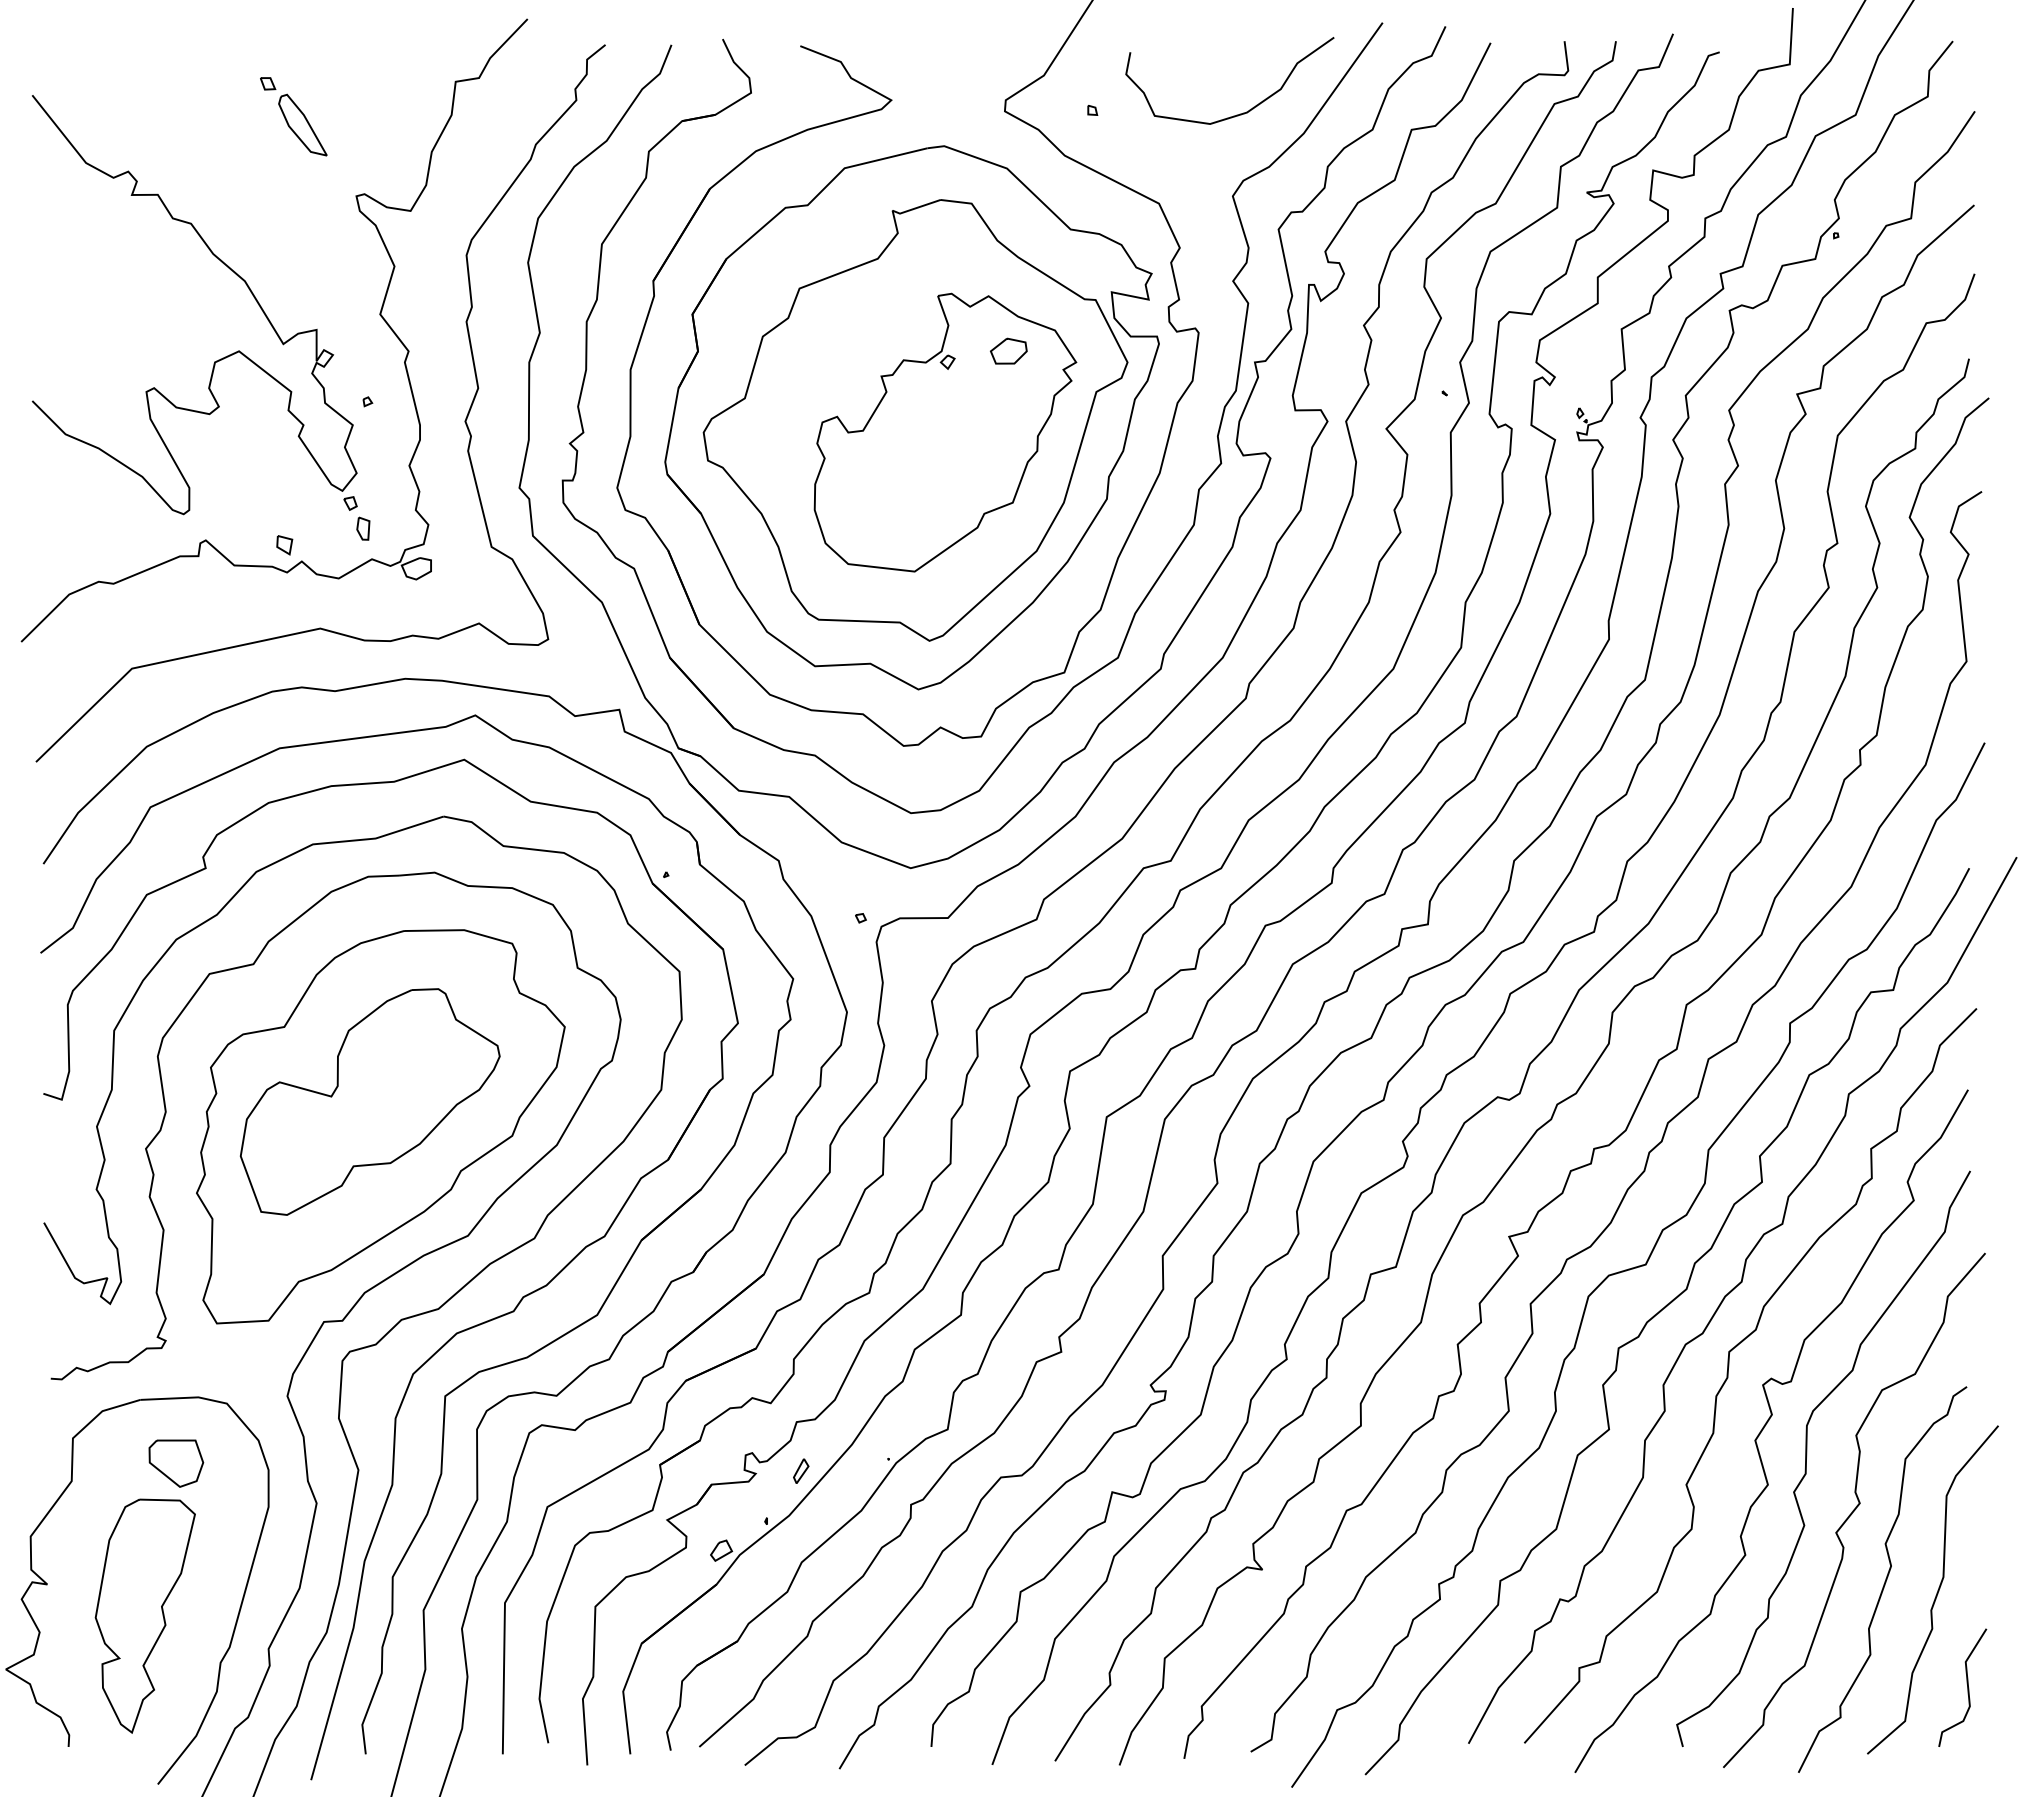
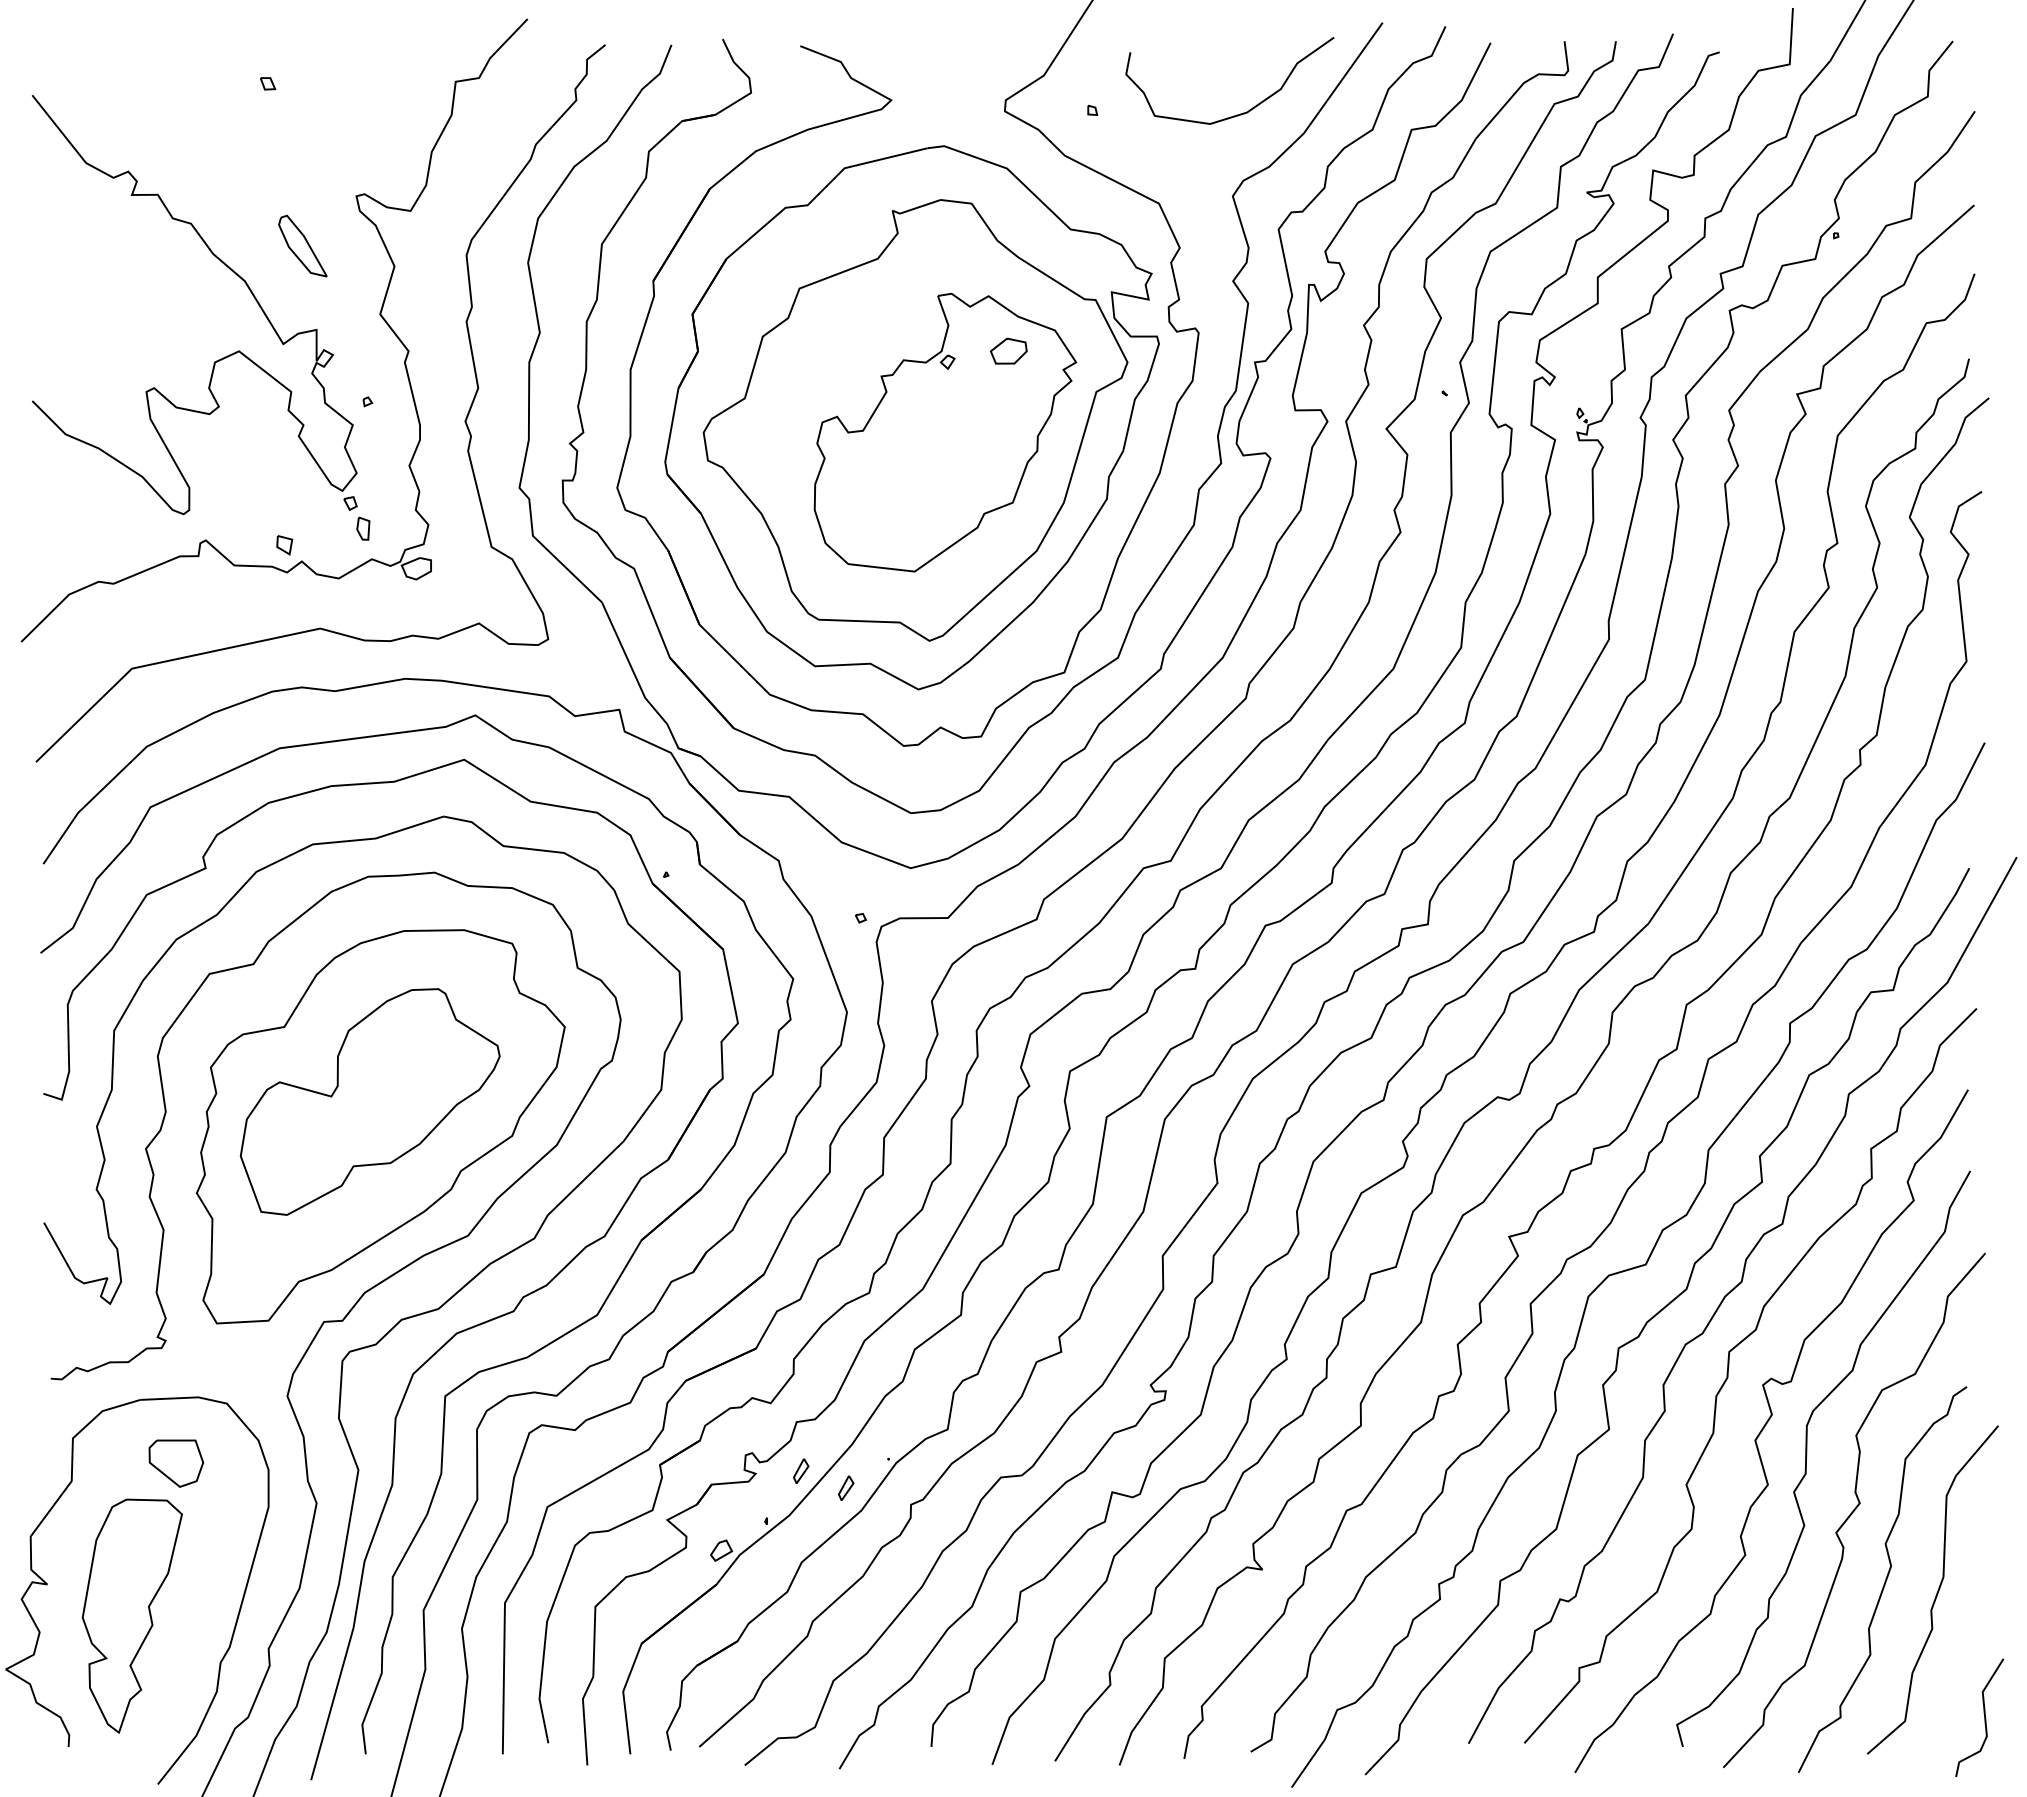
part at (302, 124) position: (302, 124) -> (302, 245)
part at (846, 1487): none -> present
part at (144, 1615) position: (144, 1615) -> (131, 1615)
curve at (1967, 1687) position: (1967, 1687) -> (1984, 1717)
